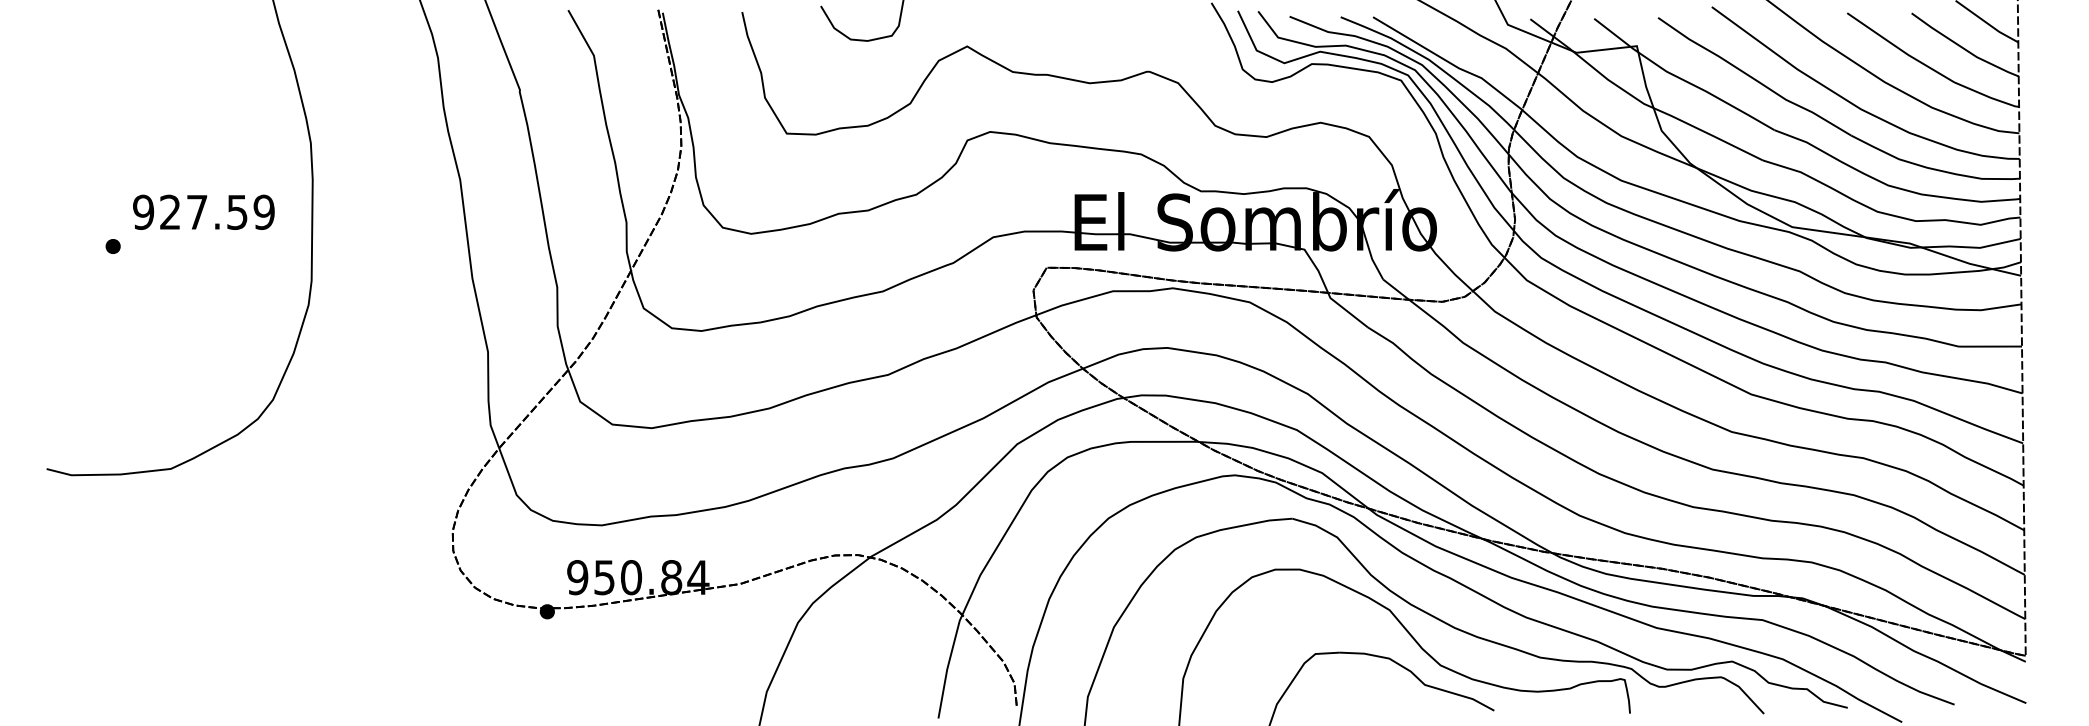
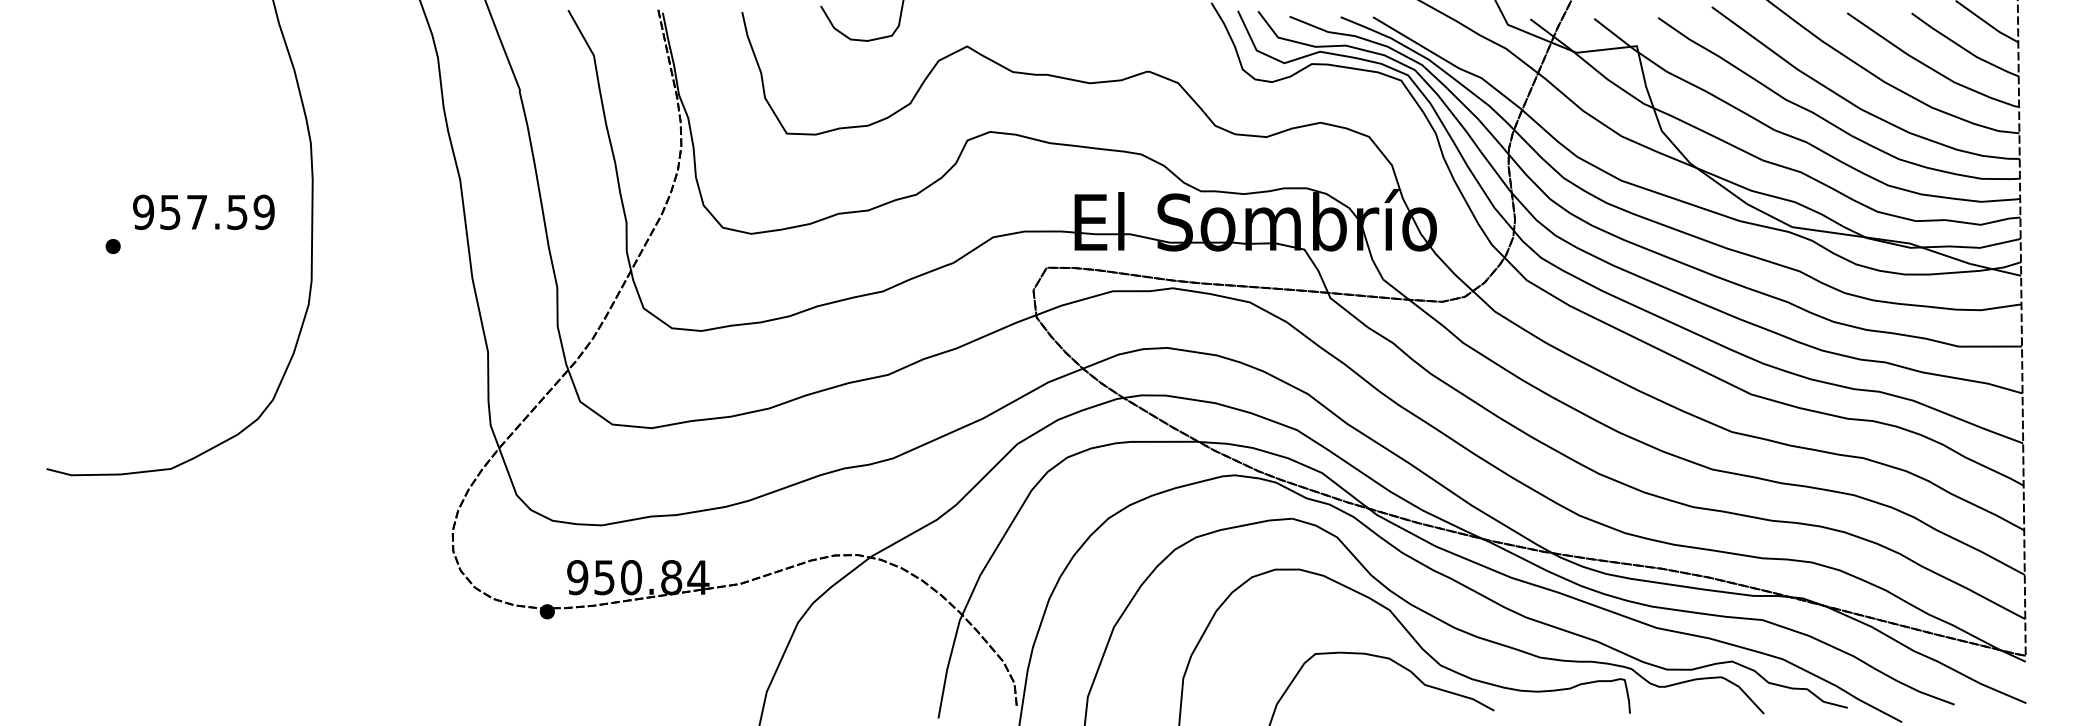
text at (170, 211): 927.59 -> 957.59
